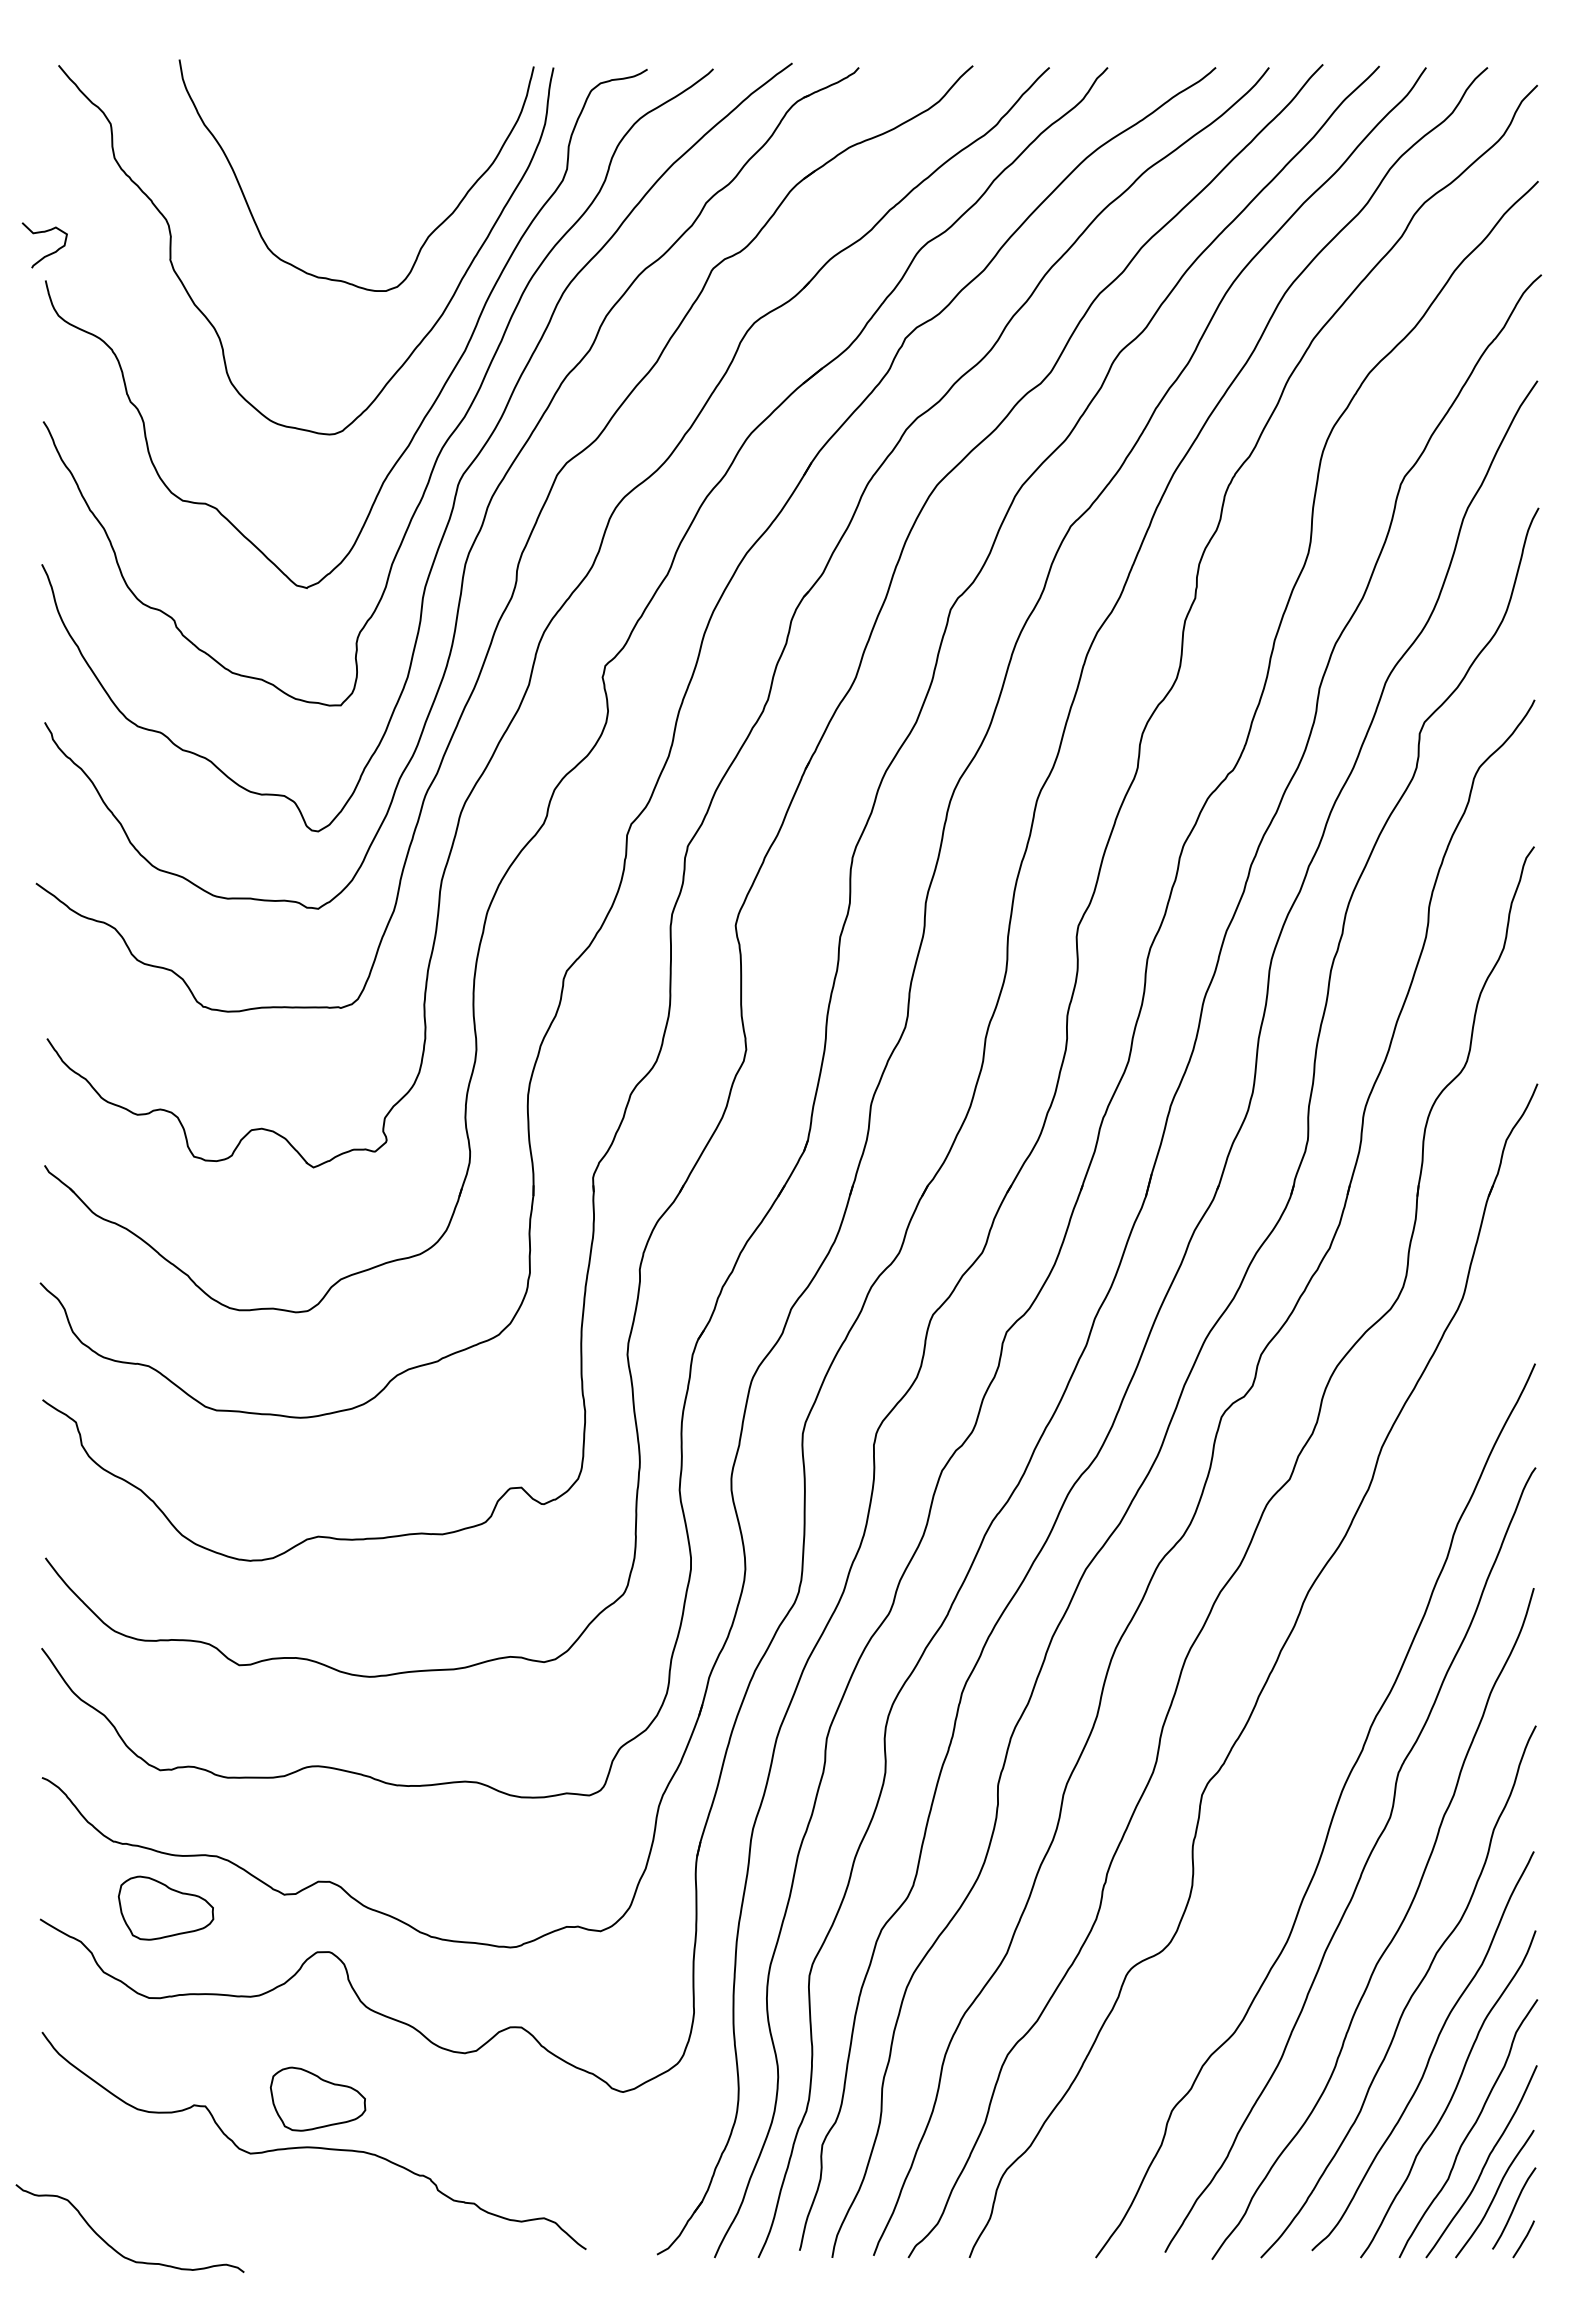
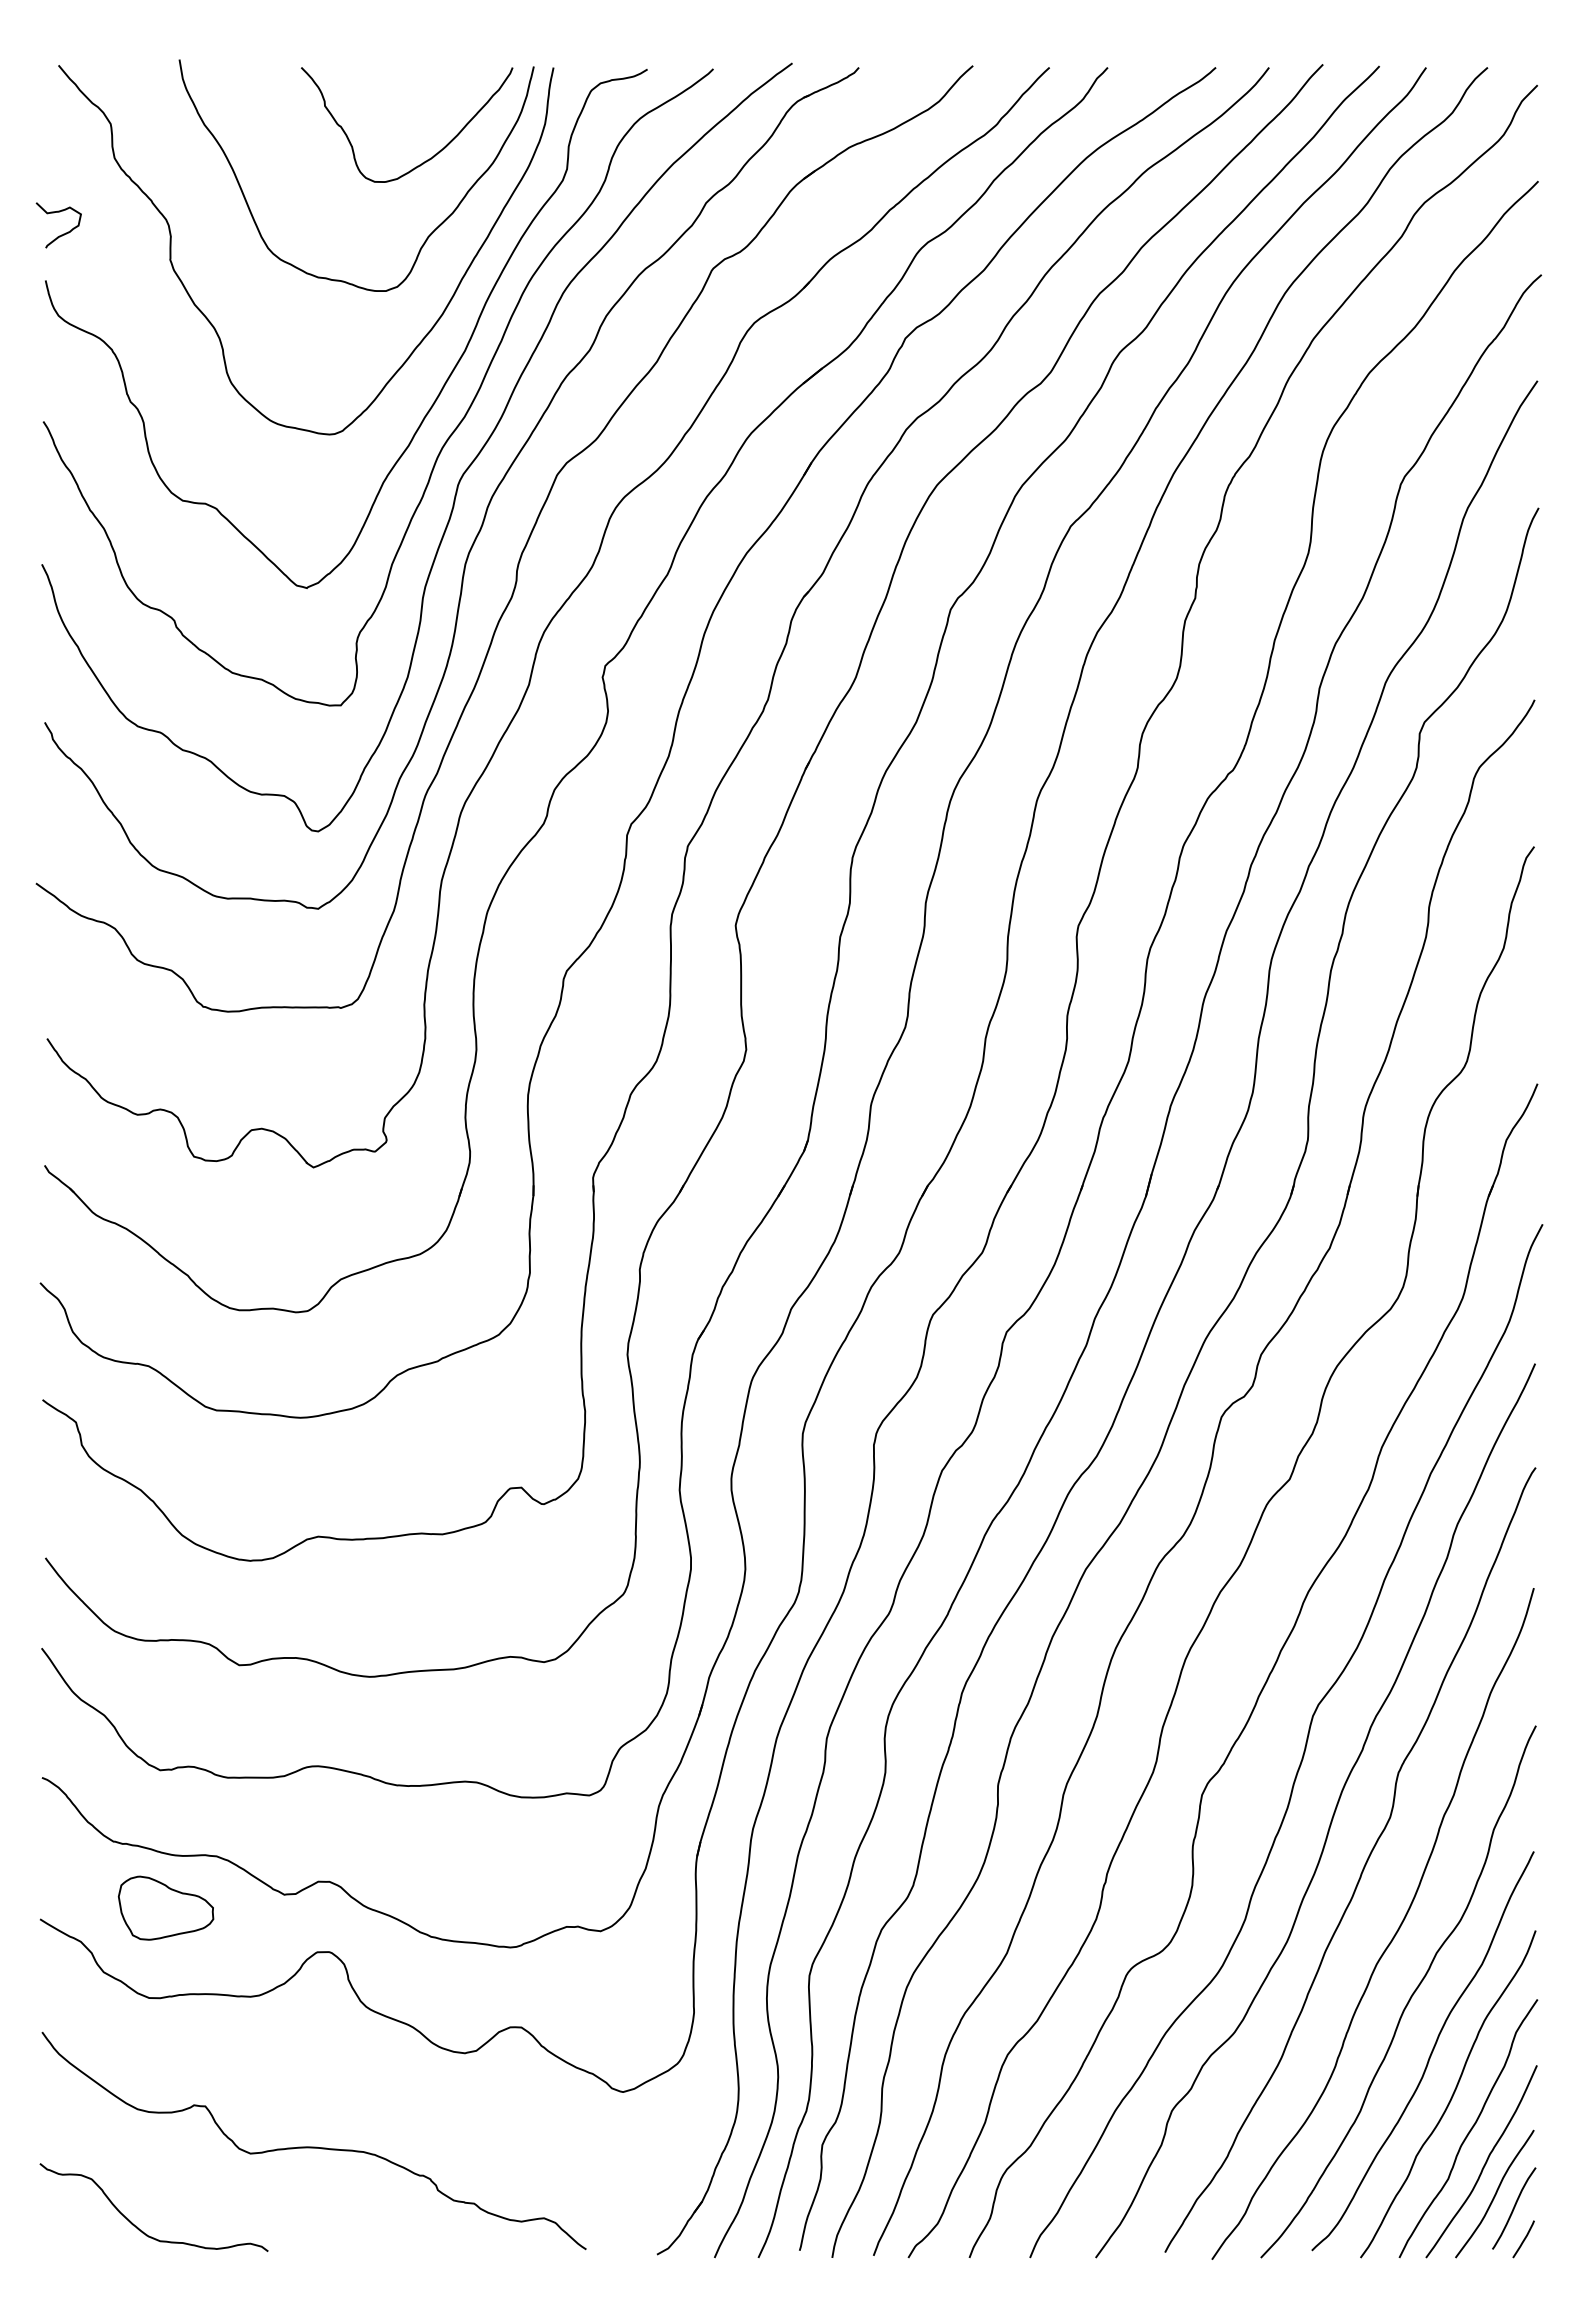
curve at (430, 157): none -> present
curve at (49, 253) position: (49, 253) -> (63, 233)
curve at (1304, 1746): none -> present
part at (317, 2098): present -> none
curve at (112, 2246) position: (112, 2246) -> (136, 2225)
